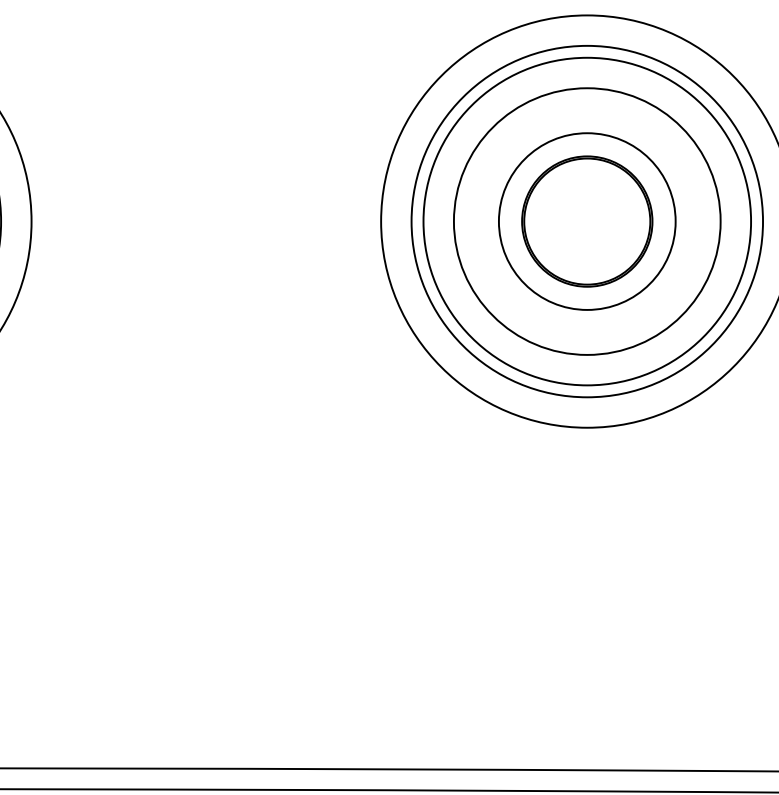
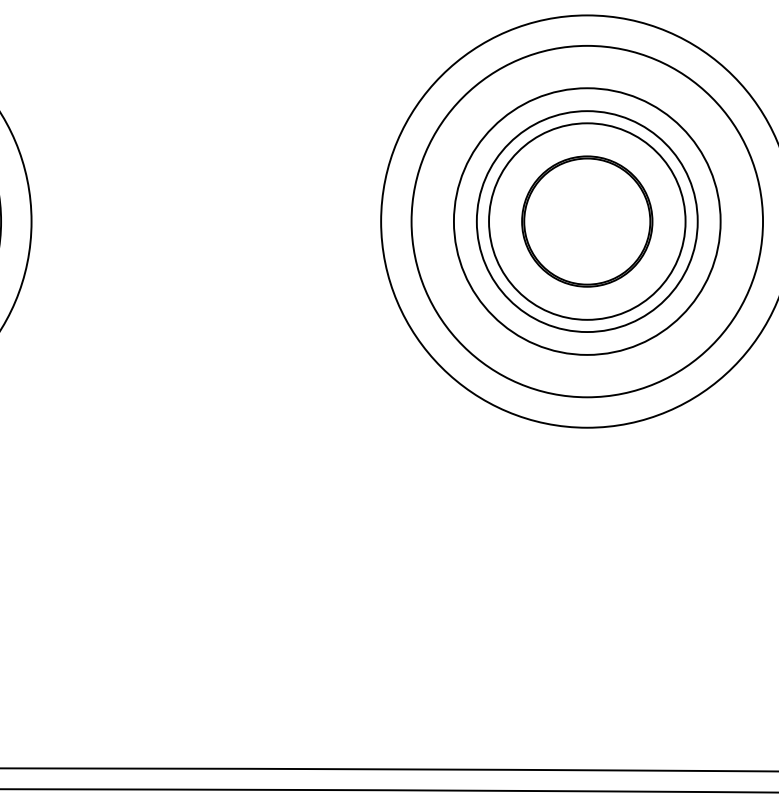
circle at (586, 221) diameter: 177 px -> 221 px
circle at (587, 221) diameter: 328 px -> 197 px
